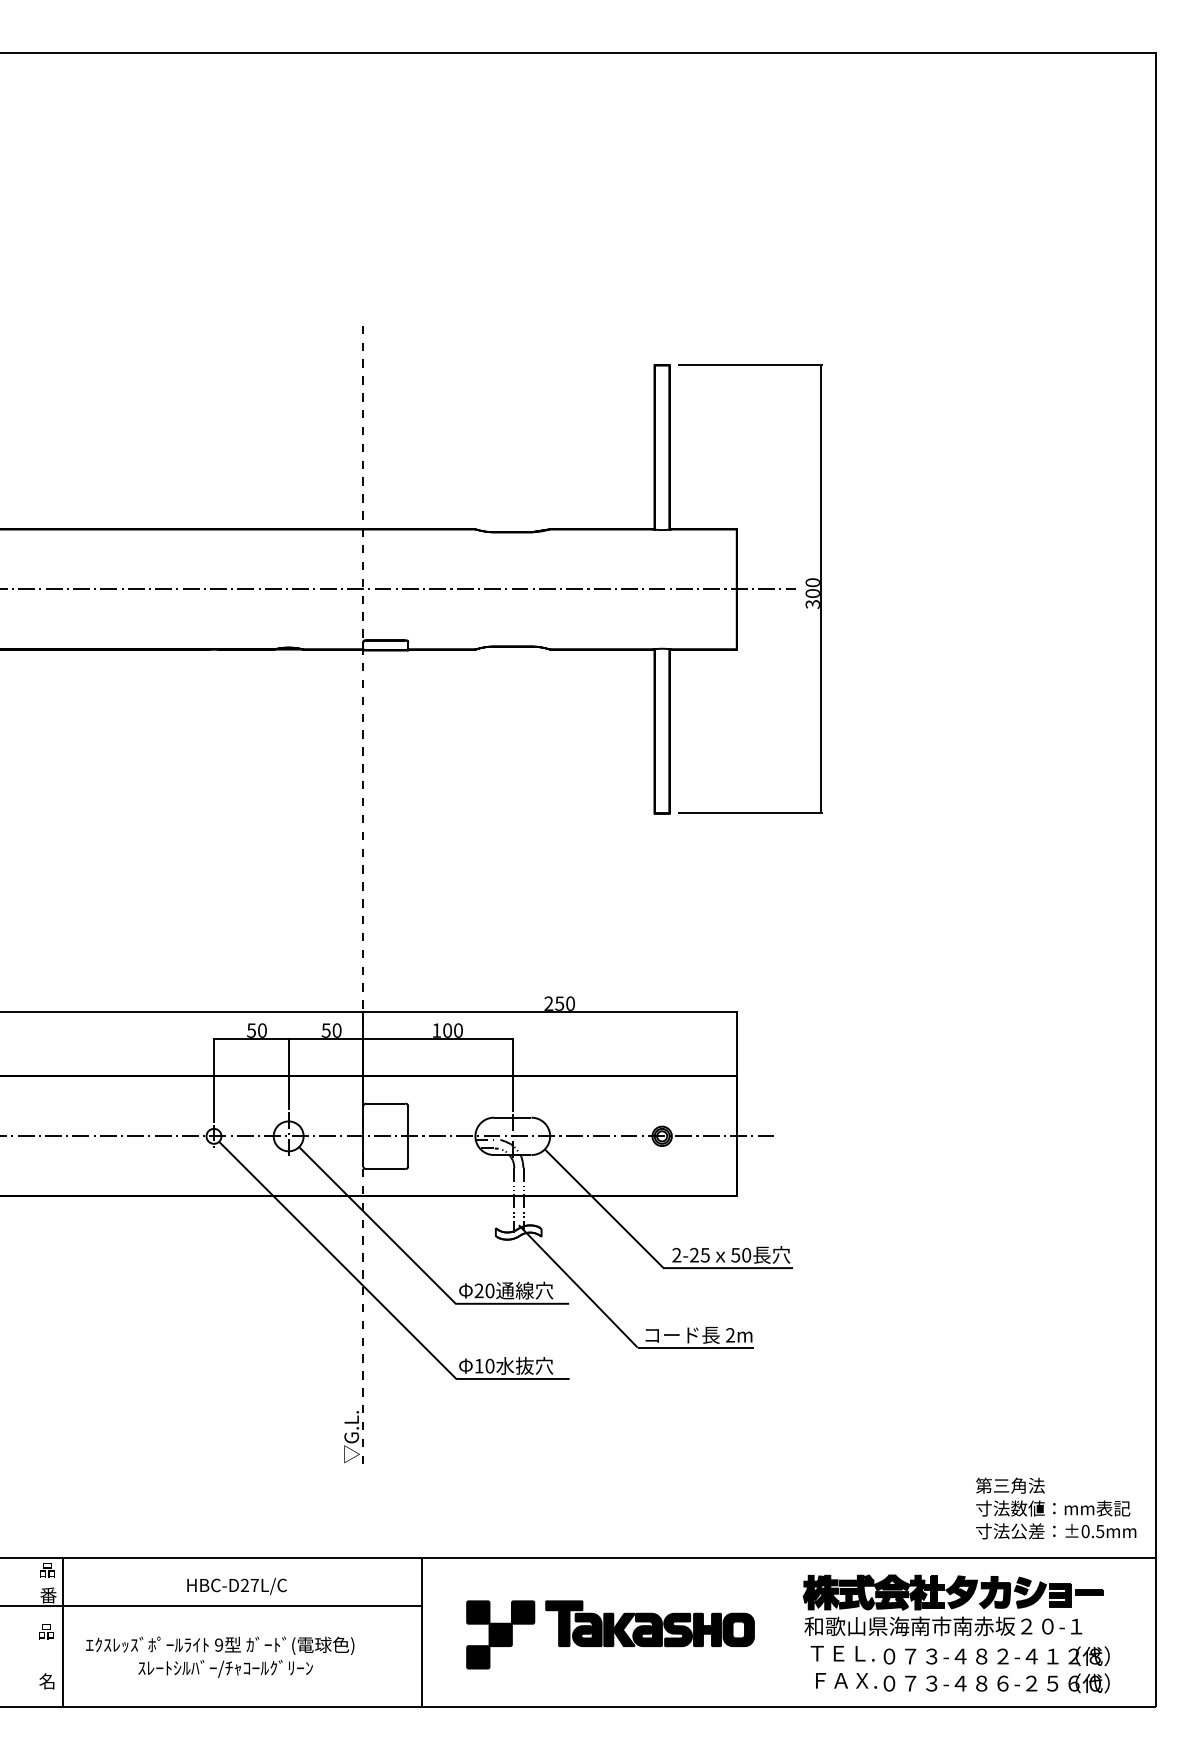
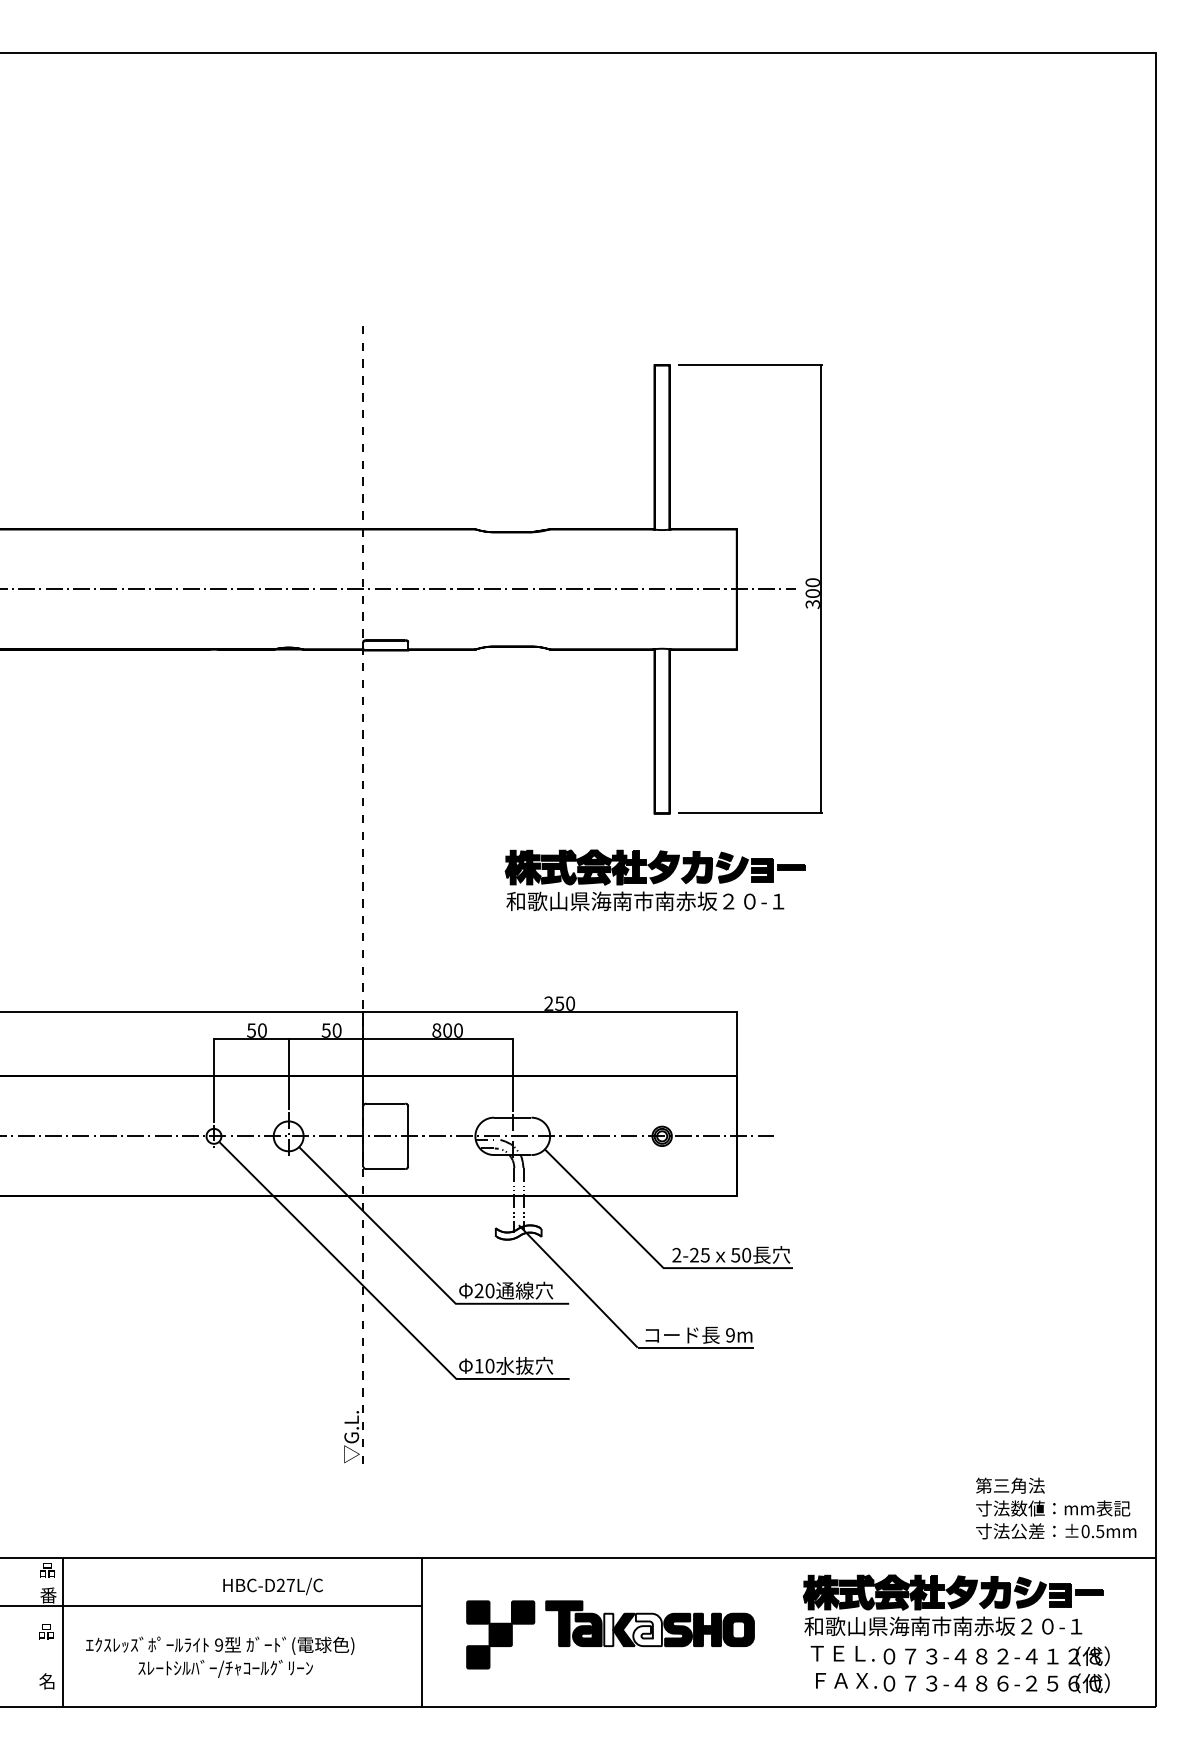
part at (654, 880): none -> present
text at (436, 1030): 100 -> 800
text at (730, 1335): 2m -> 9m
text at (236, 1586) position: (236, 1586) -> (272, 1586)
fill at (608, 1629): present -> none
fill at (647, 1629): present -> none
